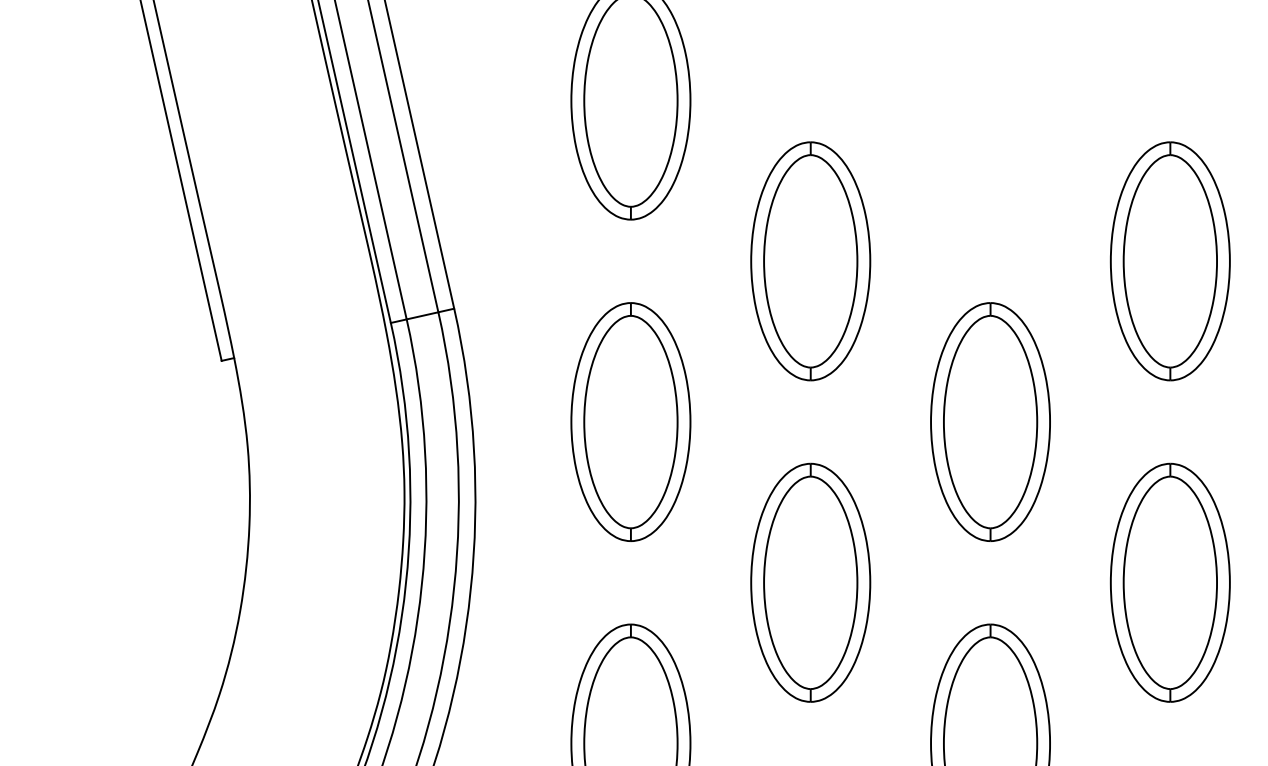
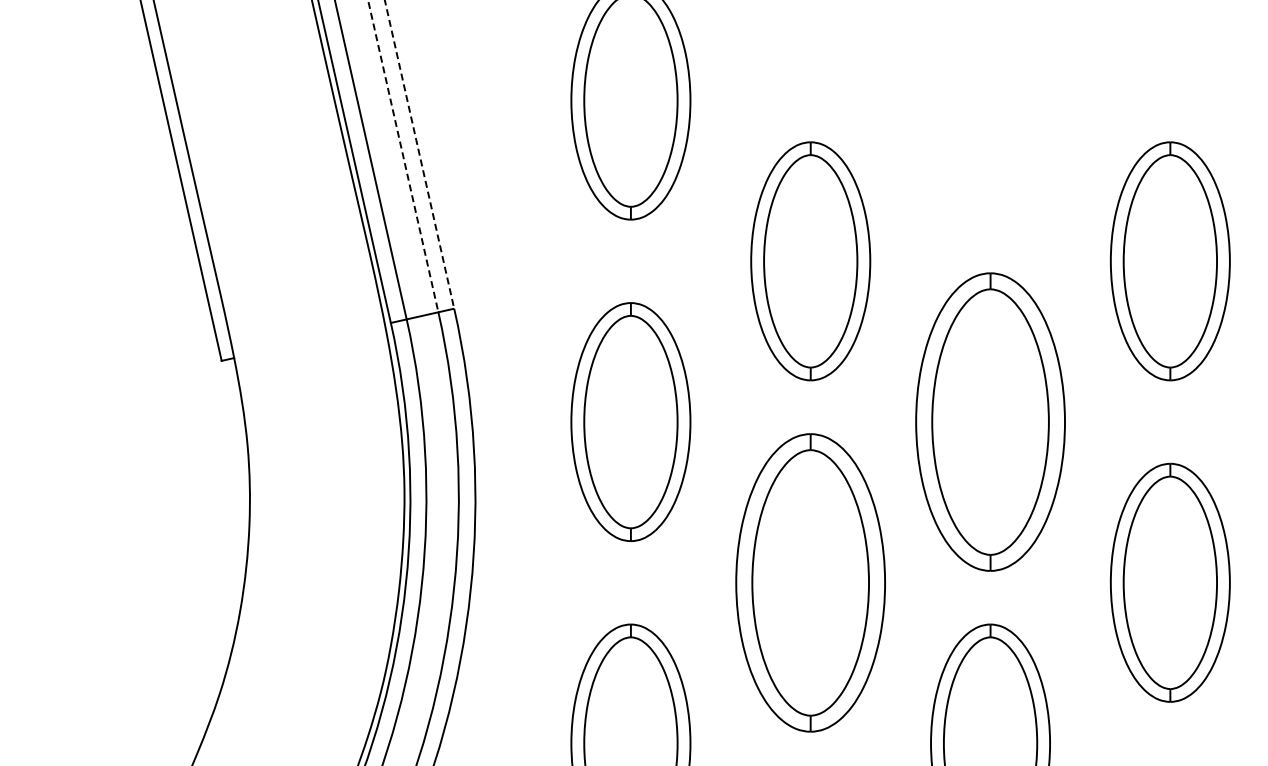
line at (419, 154): solid -> dashed
line at (403, 156): solid -> dashed
part at (990, 421) size: 121x240 px -> 151x300 px
part at (810, 582) size: 122x241 px -> 151x300 px
